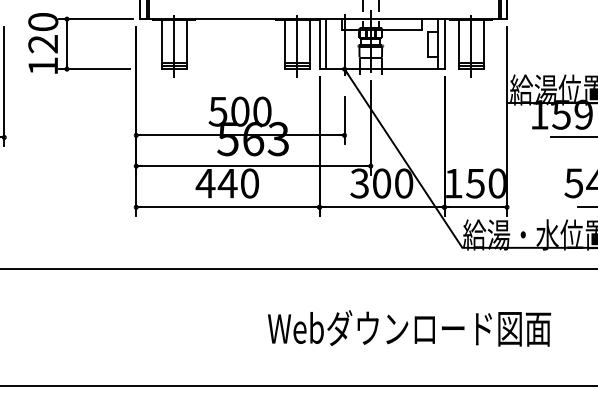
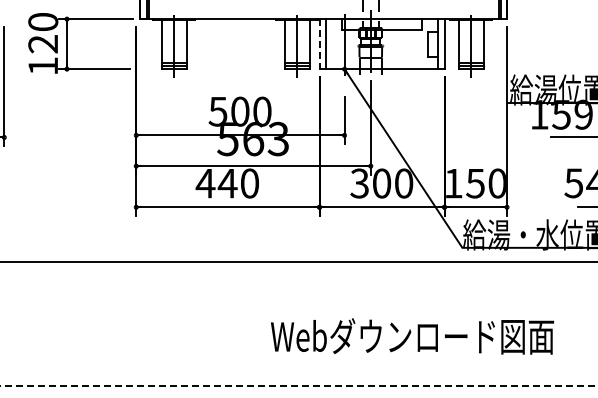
line at (319, 44): solid -> dashed
line at (298, 269) position: (298, 269) -> (298, 262)
text at (409, 328) position: (409, 328) -> (412, 336)
line at (299, 385): solid -> dashed
